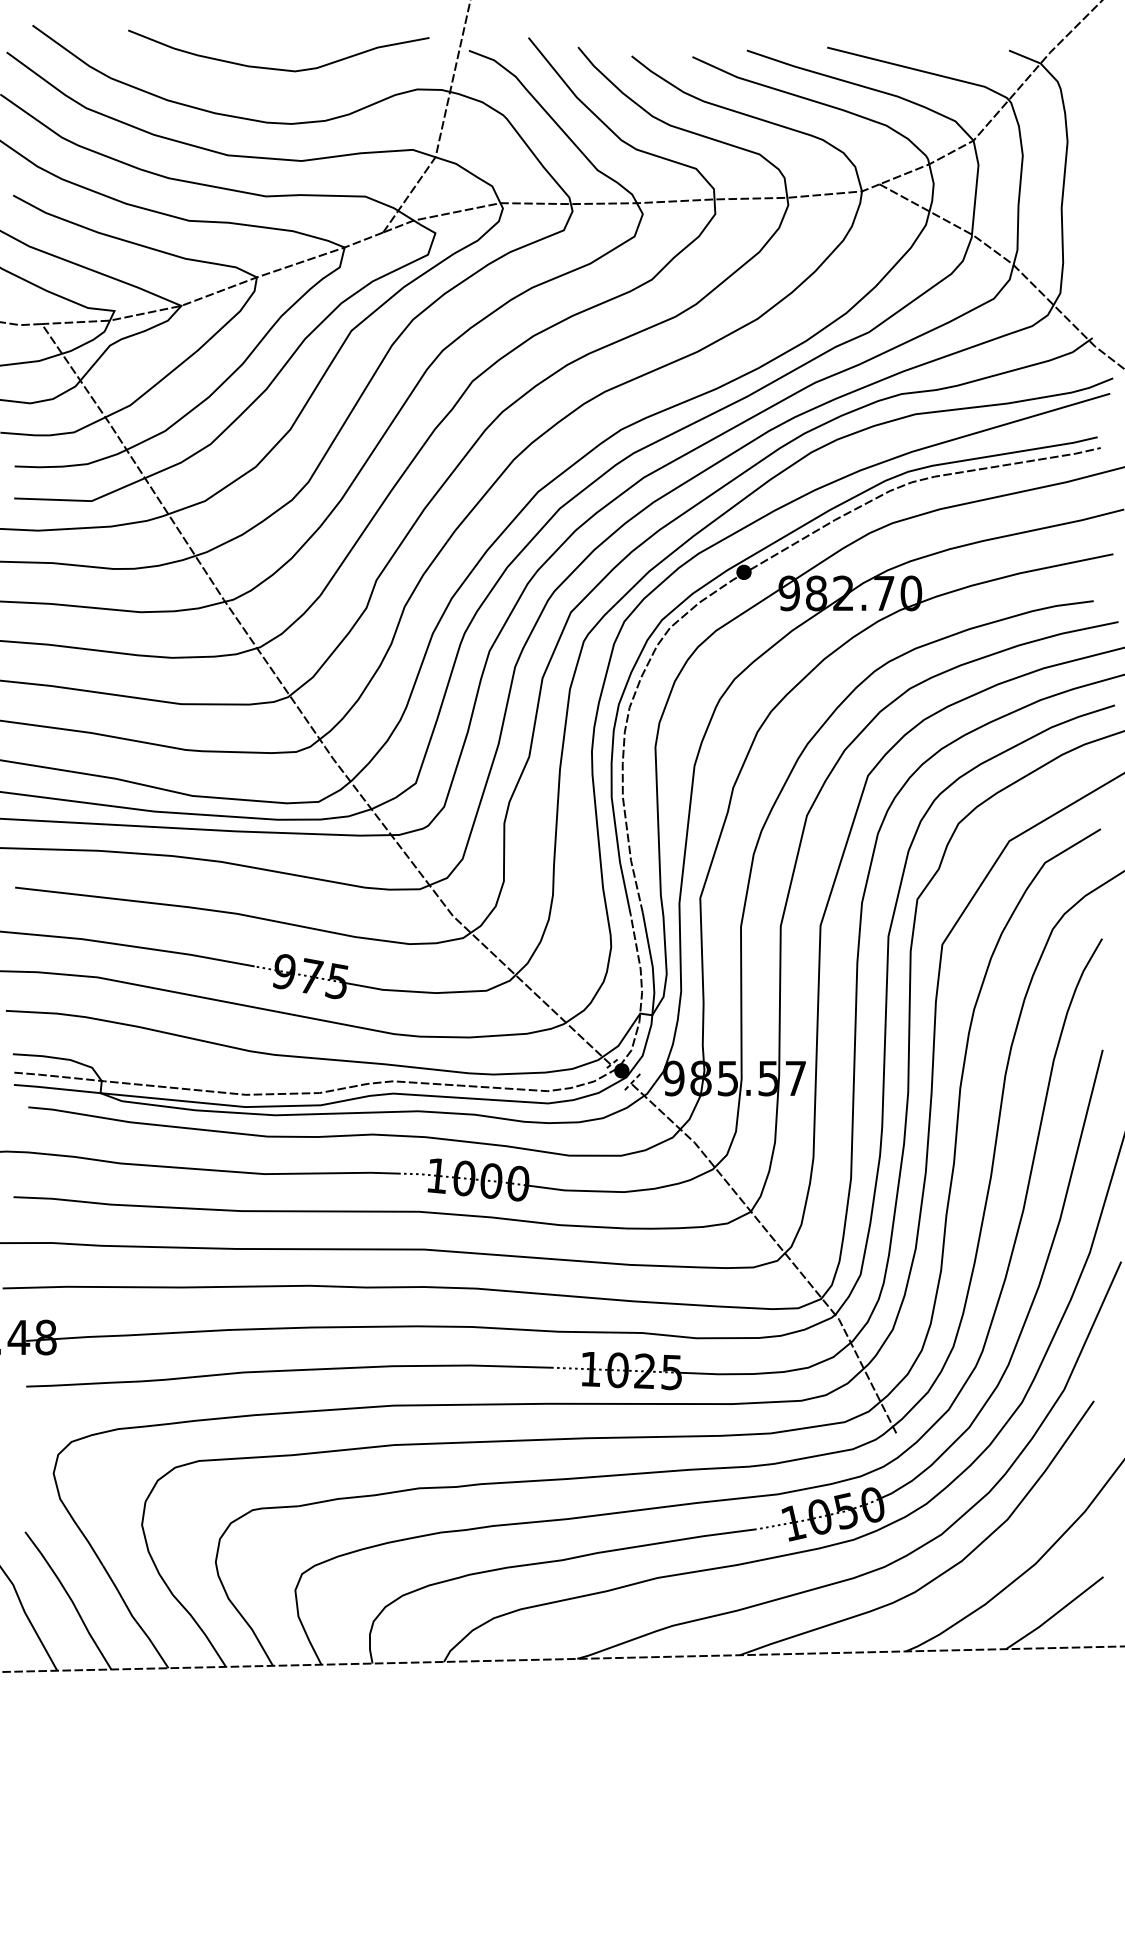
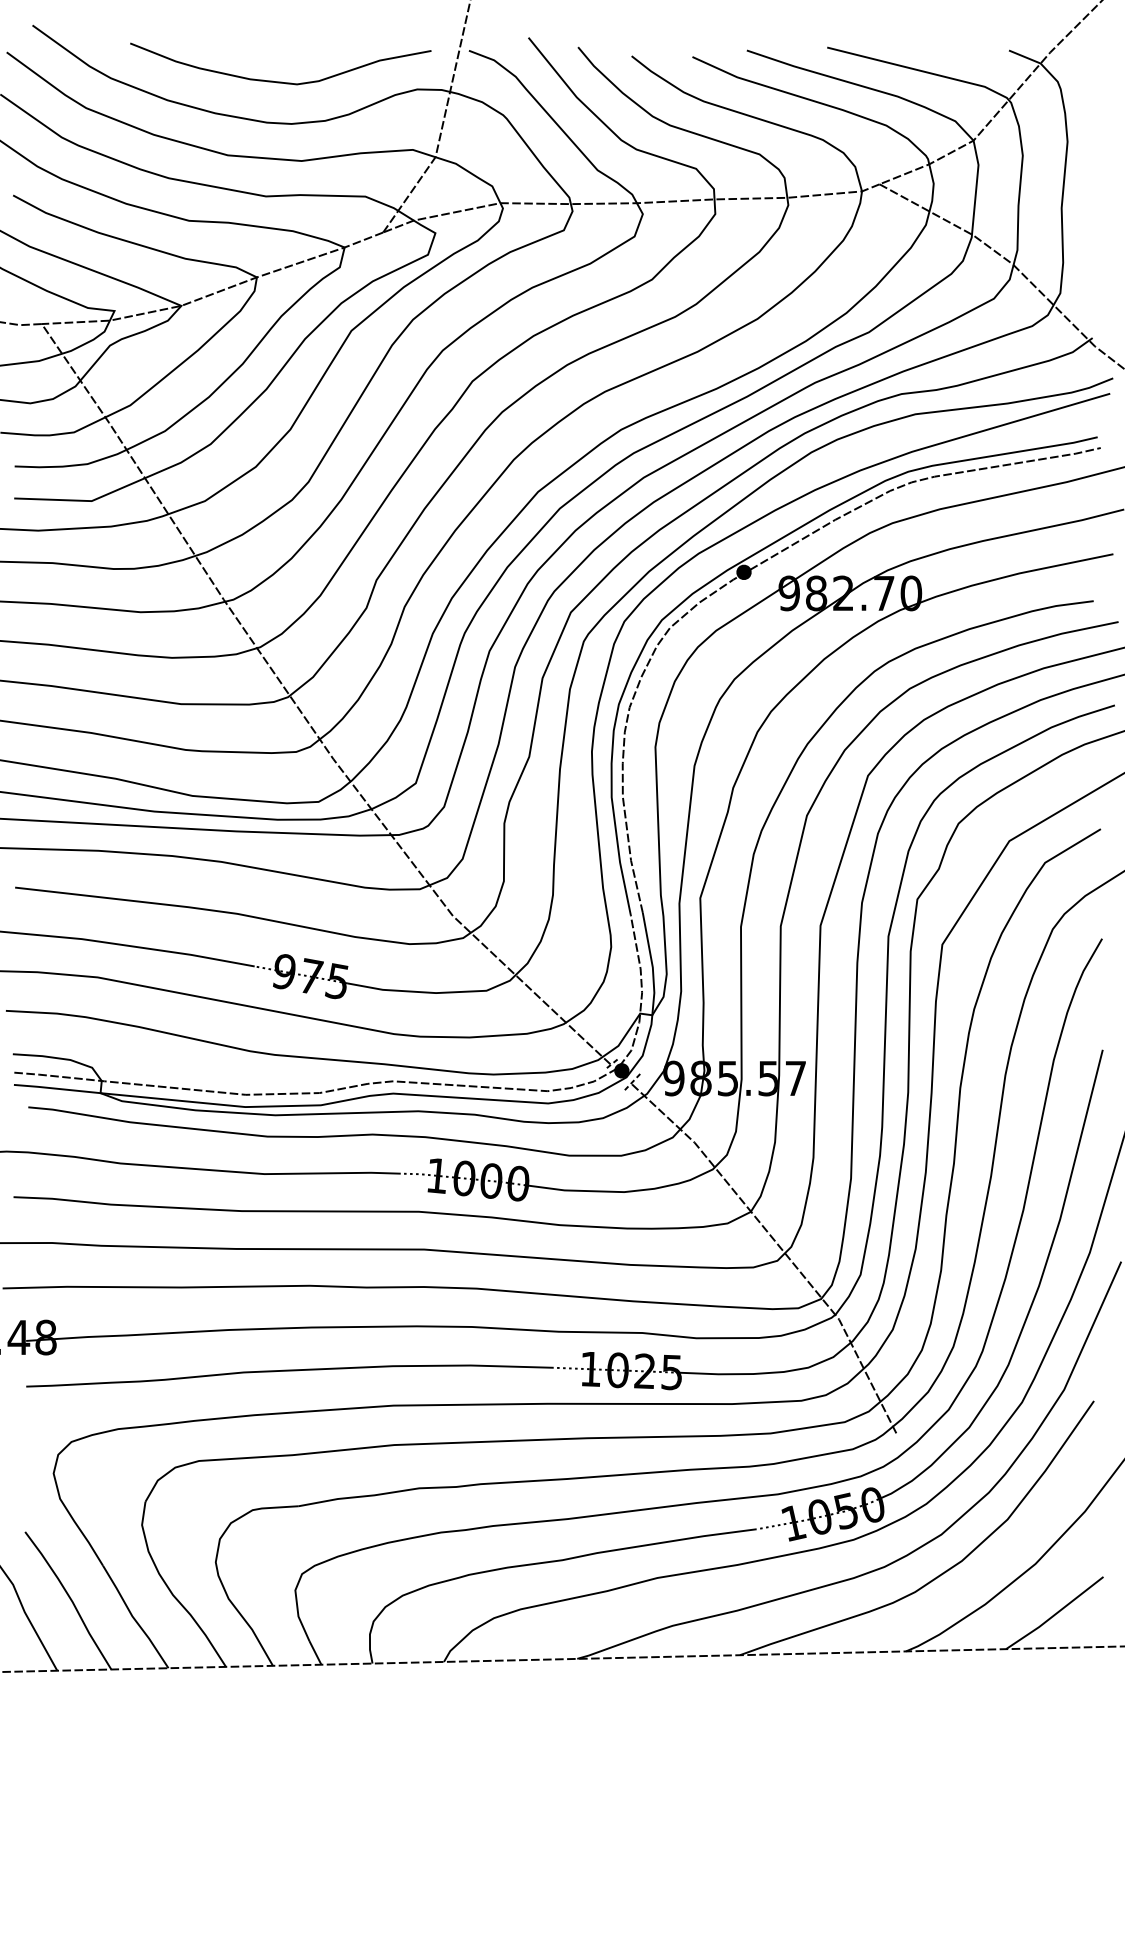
curve at (278, 68) position: (278, 68) -> (280, 81)
